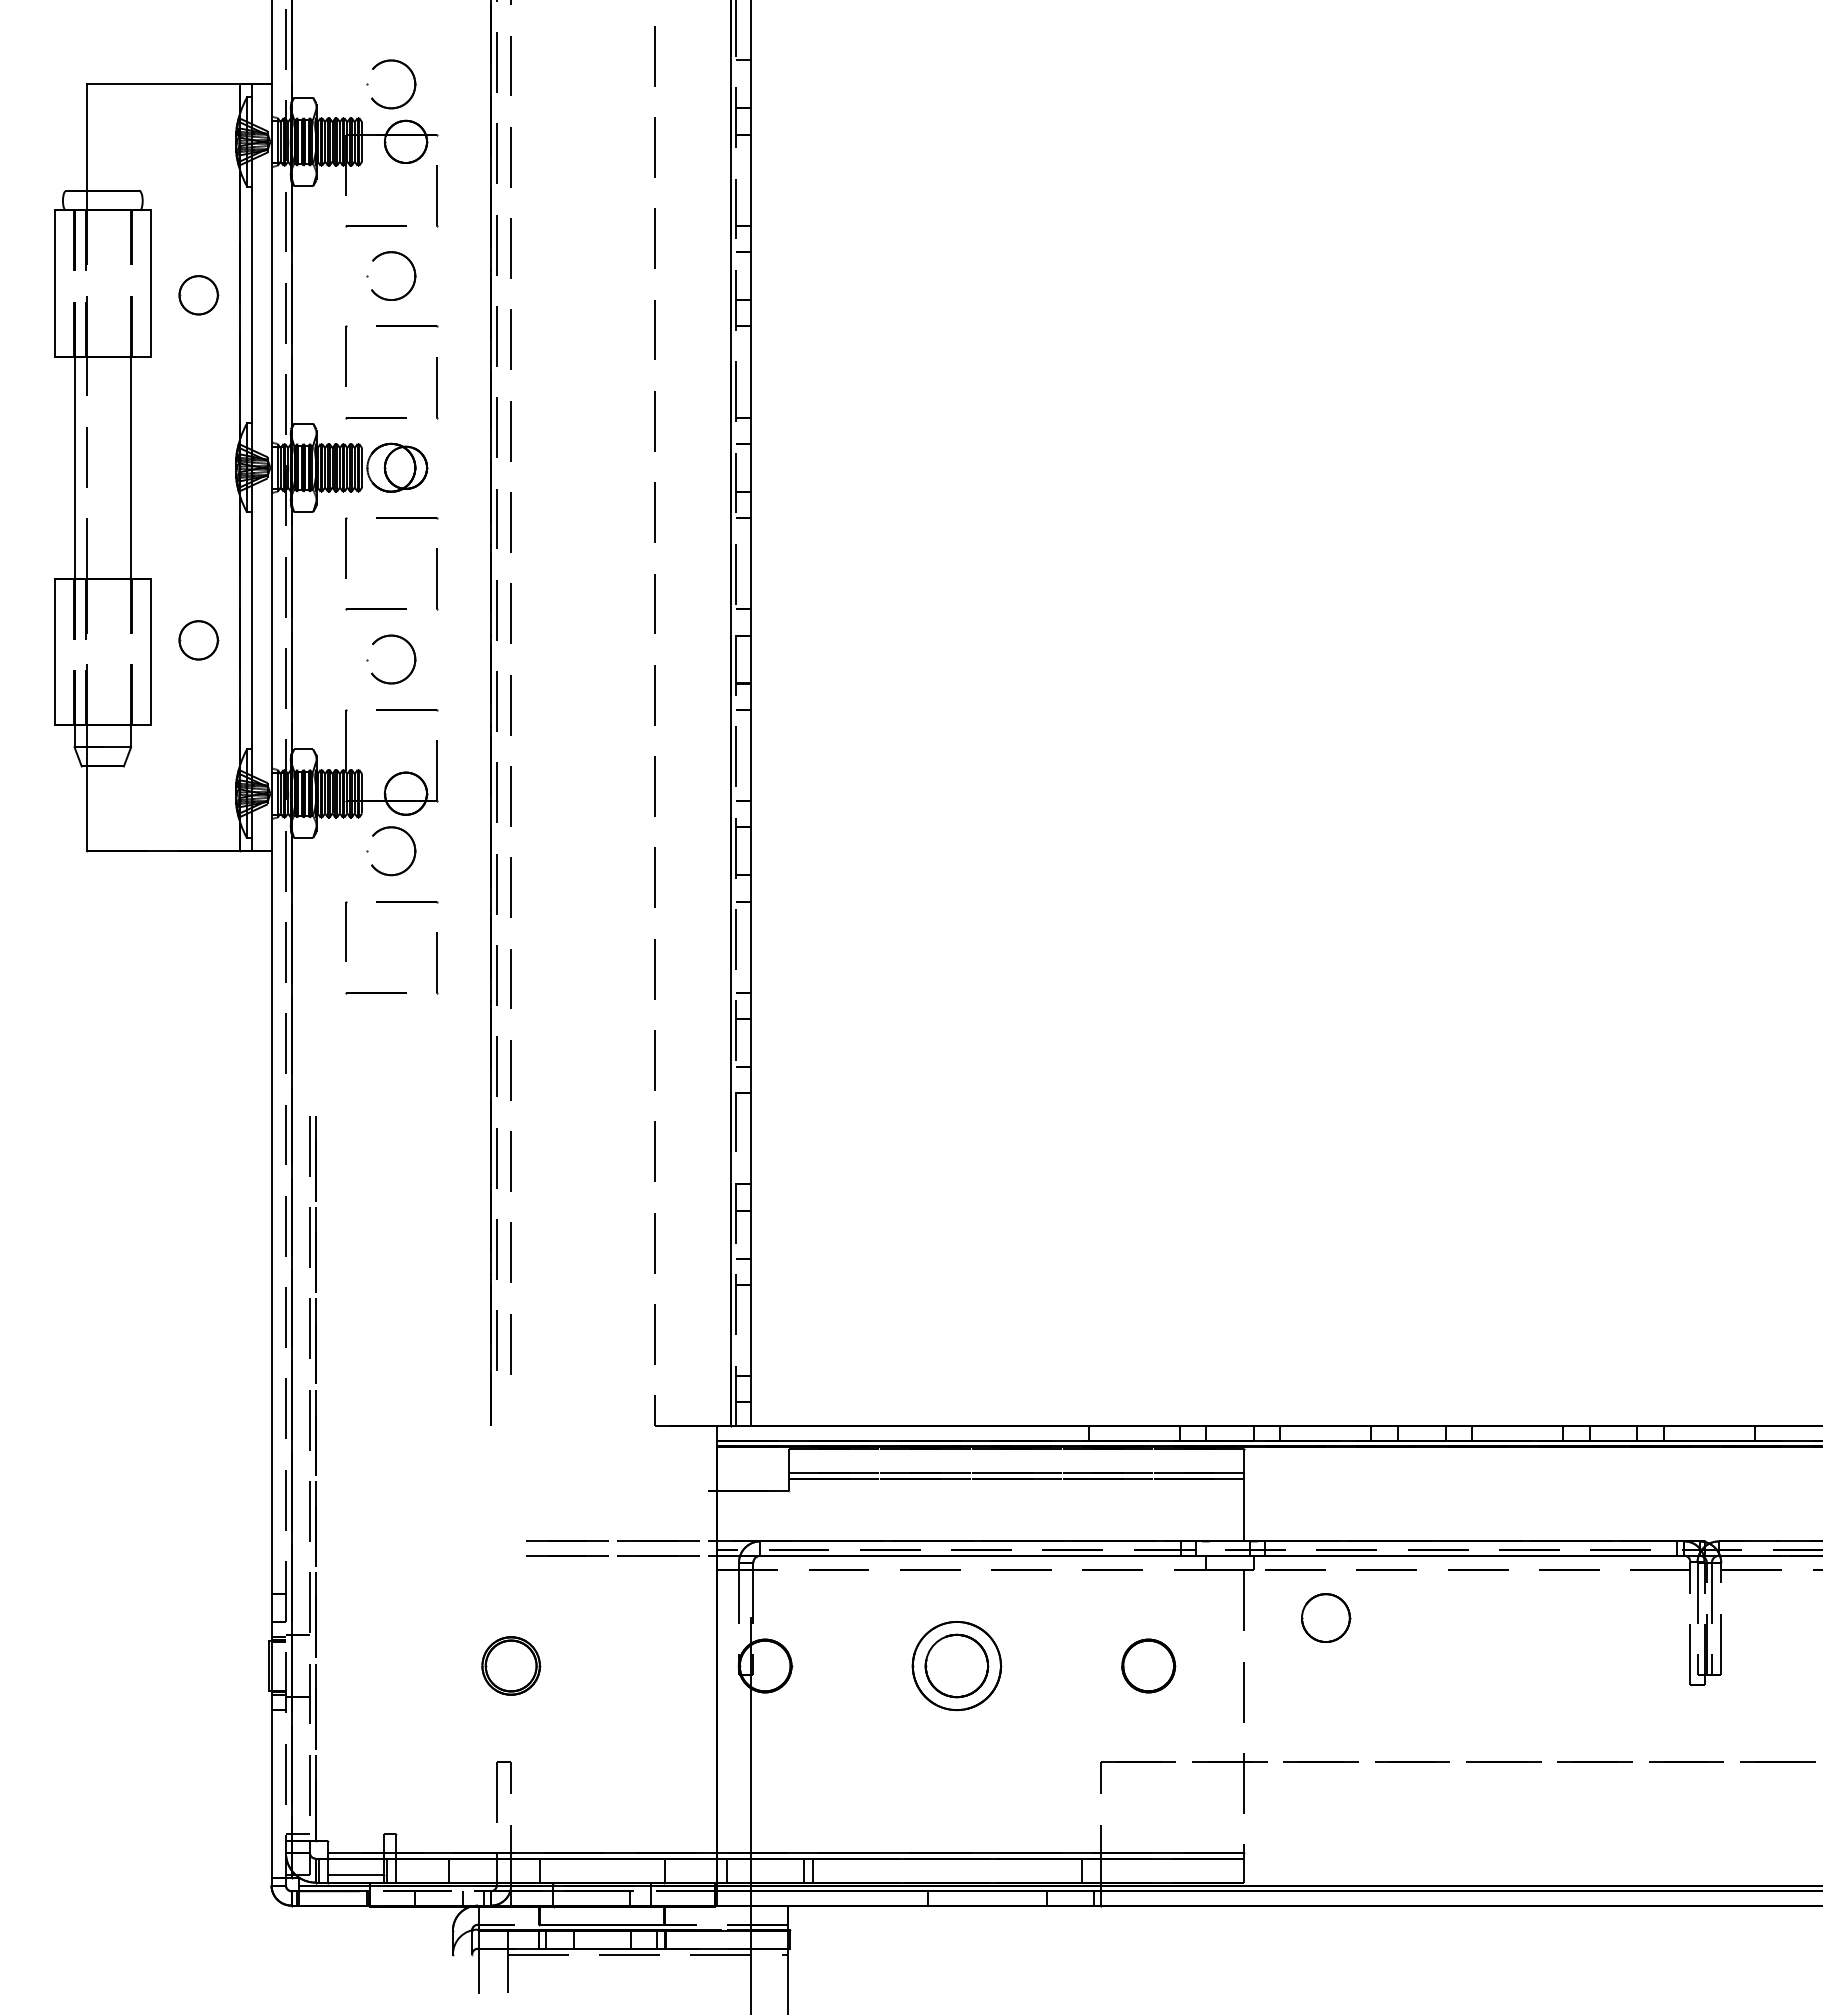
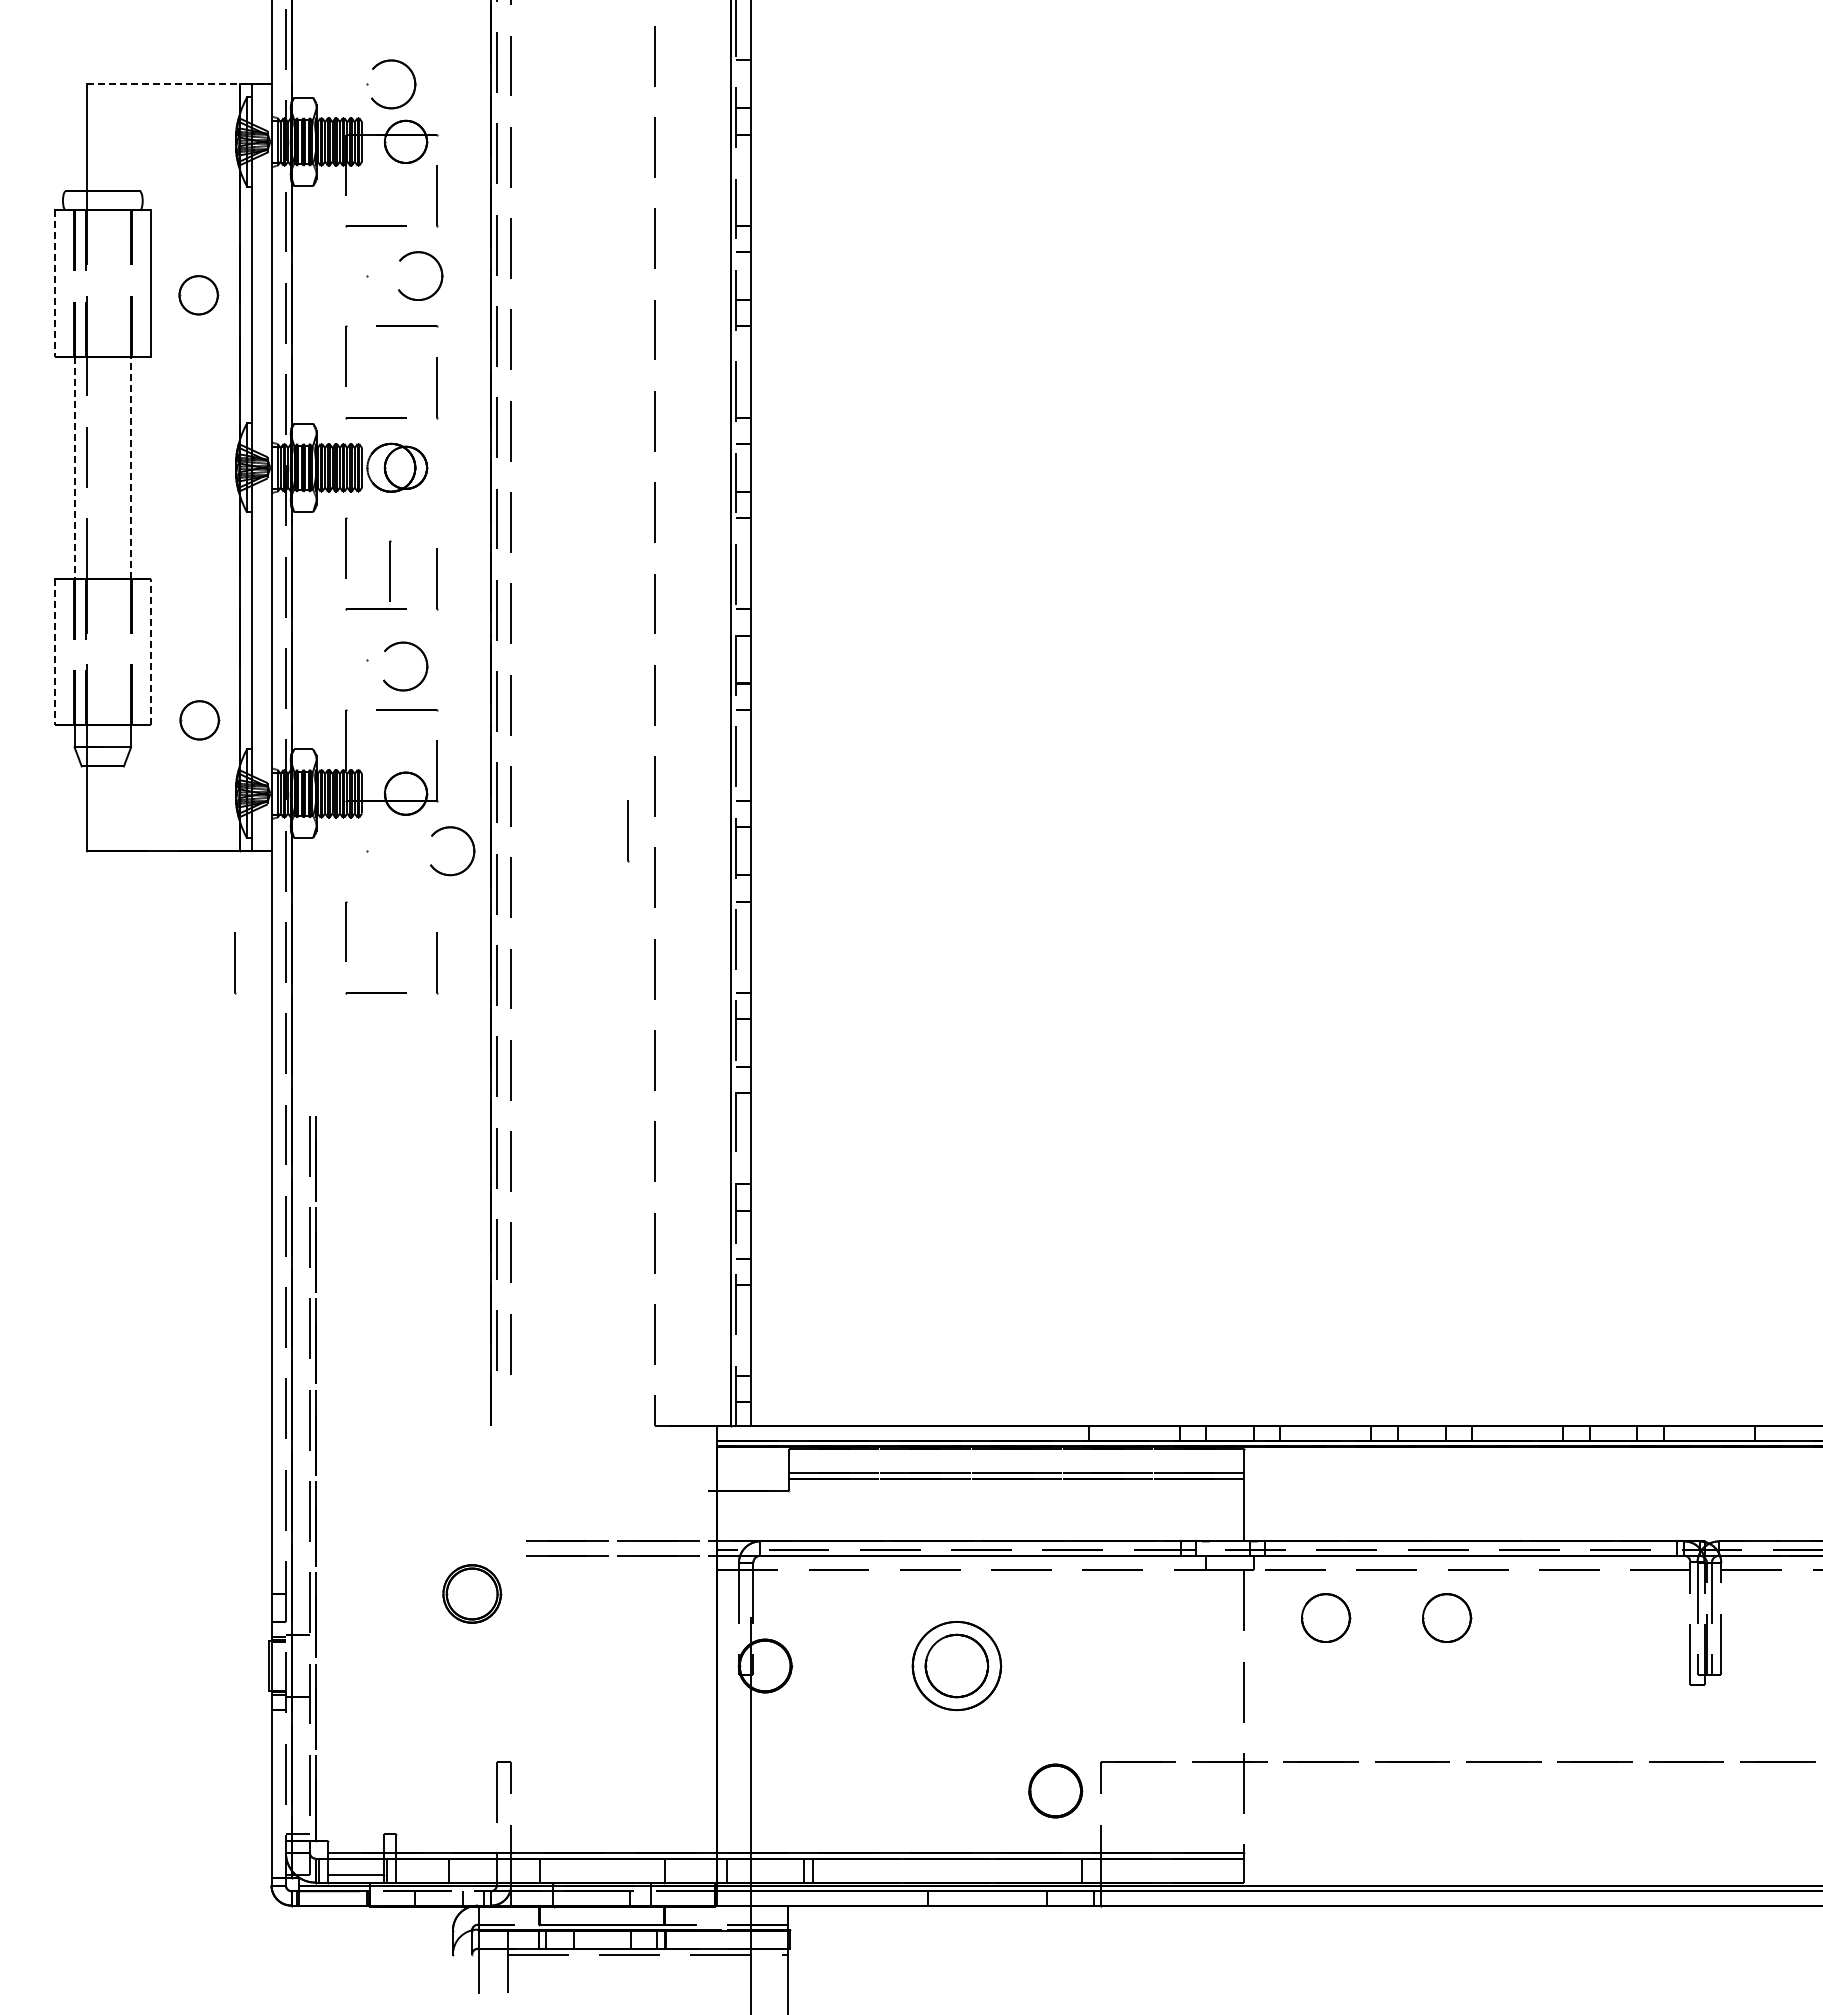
line at (163, 84): solid -> dashed
part at (413, 271) position: (413, 271) -> (440, 271)
line at (54, 284): solid -> dashed
line at (131, 467): solid -> dashed
line at (74, 468): solid -> dashed
line at (407, 518): present -> none
line at (390, 570): none -> present
part at (198, 640) position: (198, 640) -> (199, 720)
line at (150, 651): solid -> dashed
part at (412, 651) position: (412, 651) -> (424, 658)
line at (54, 652): solid -> dashed
line at (628, 831): none -> present
part at (411, 861) position: (411, 861) -> (470, 861)
line at (407, 902): present -> none
line at (235, 963): none -> present
part at (1447, 1617): none -> present
part at (511, 1665) position: (511, 1665) -> (472, 1593)
part at (1148, 1665) position: (1148, 1665) -> (1055, 1790)
